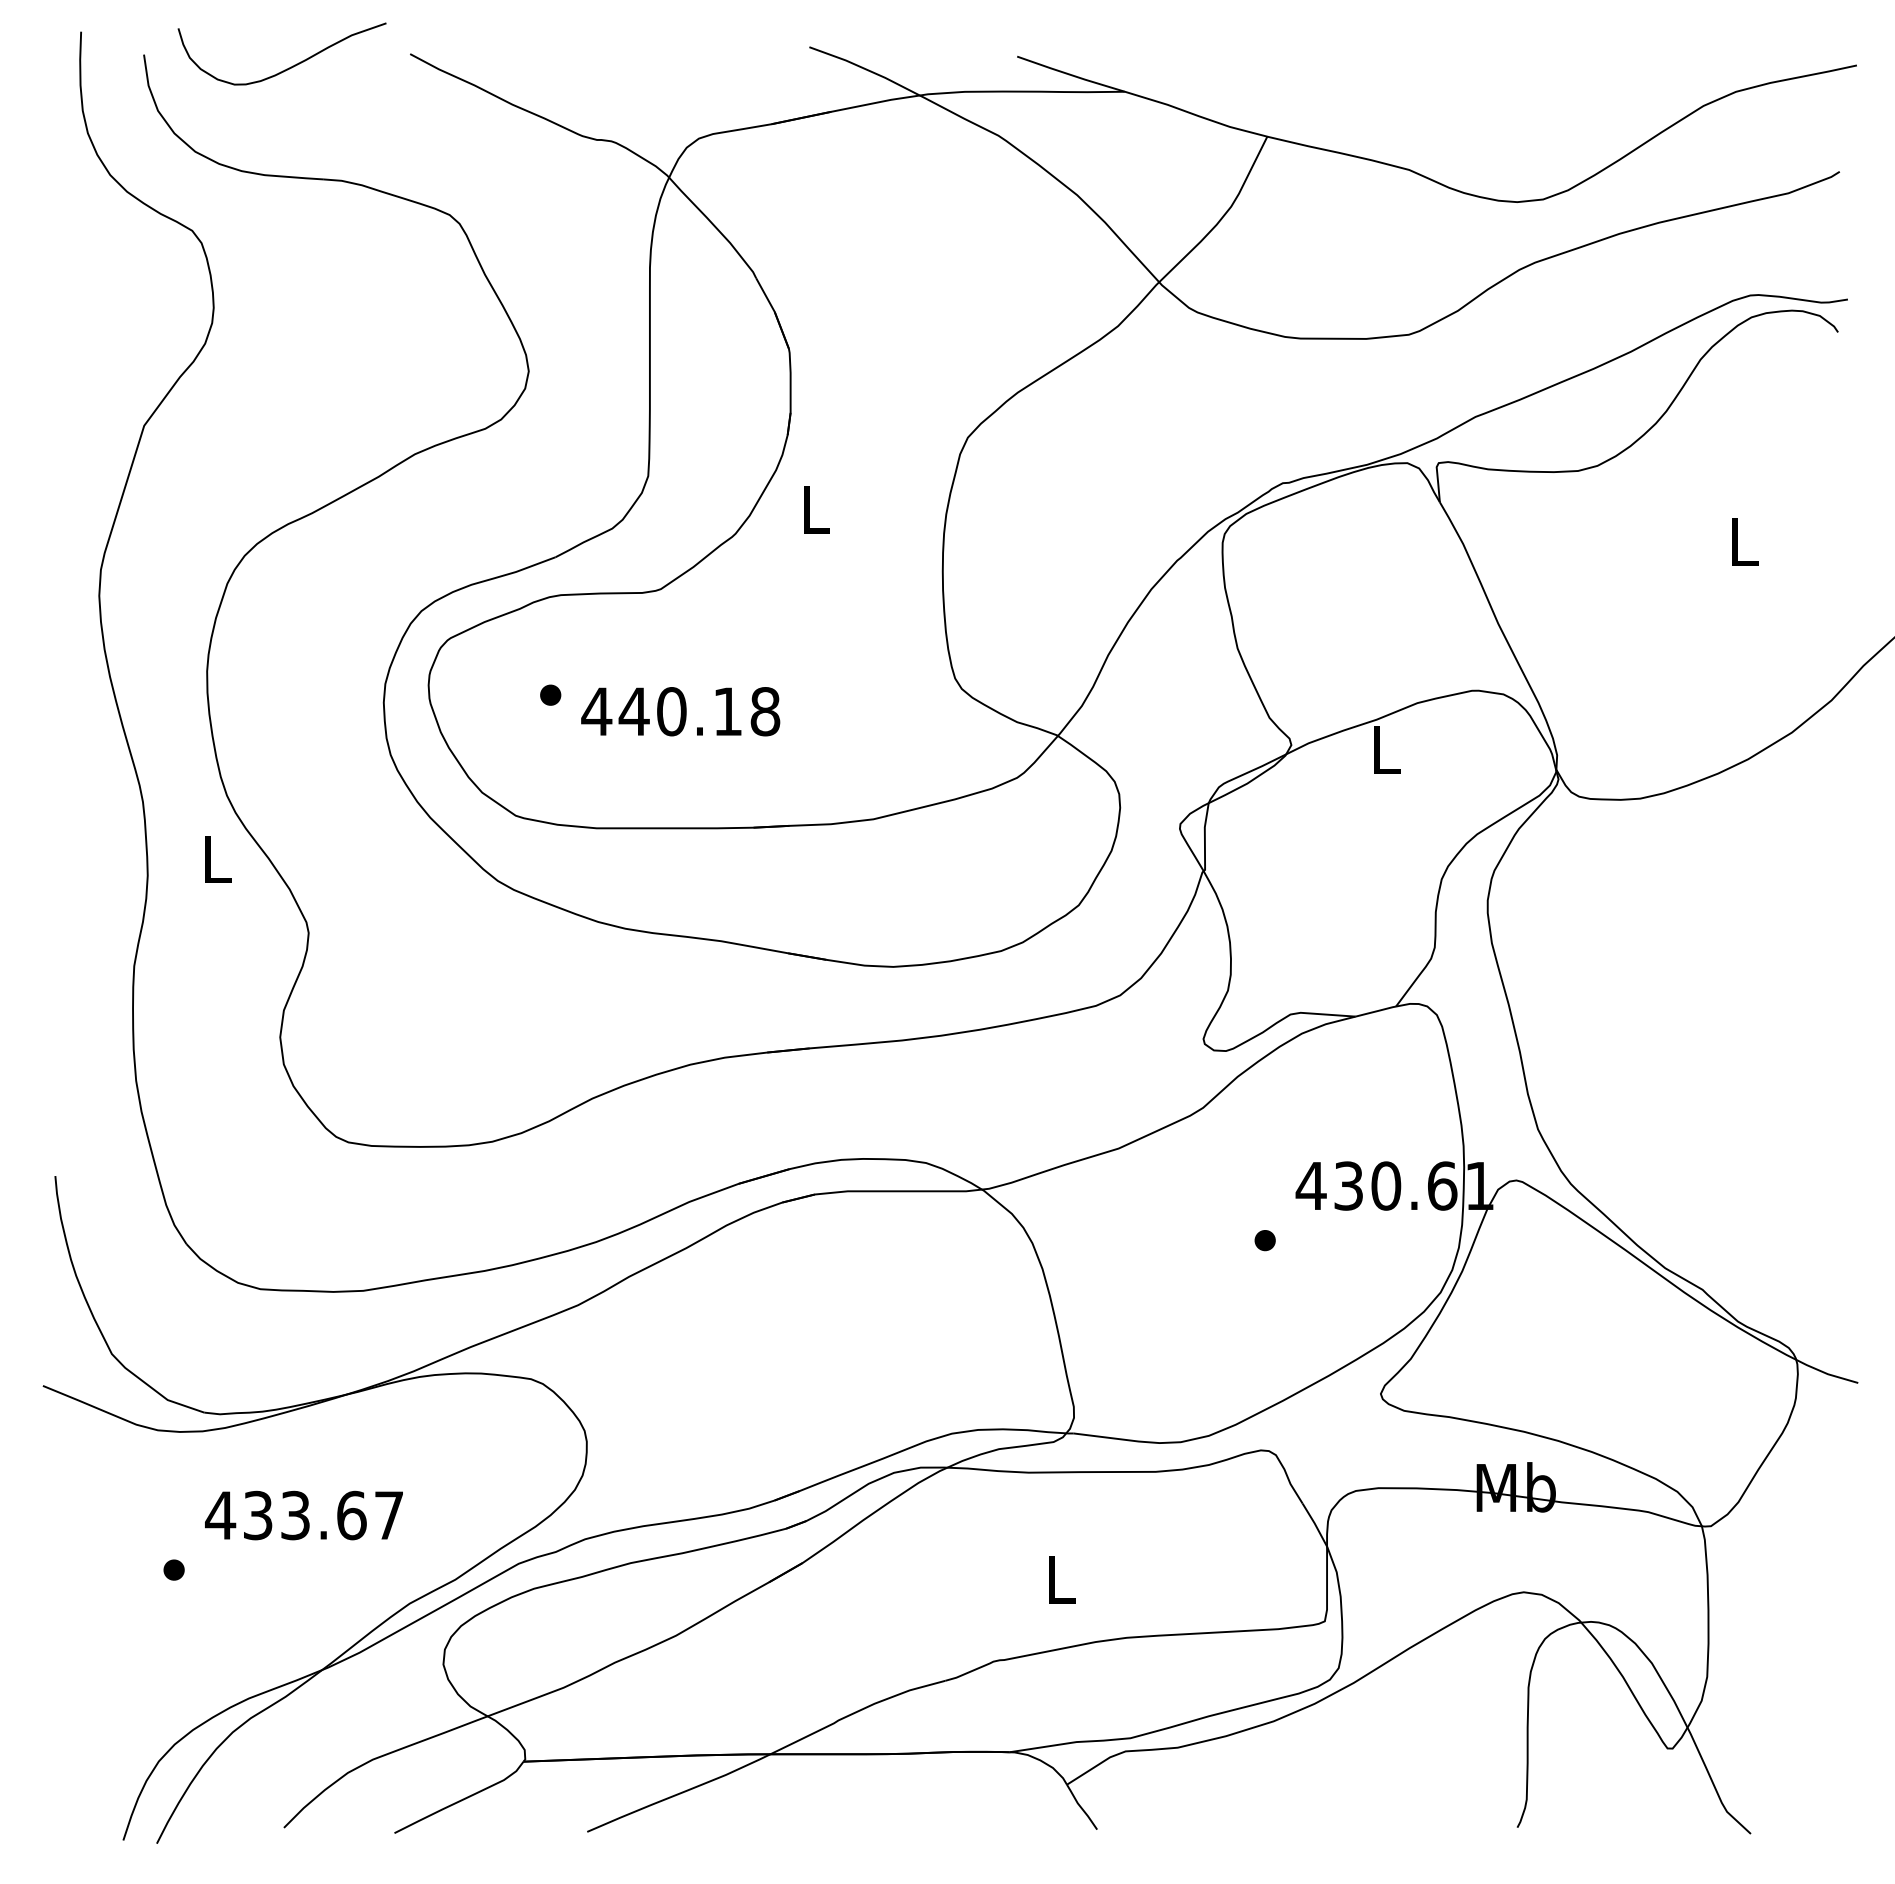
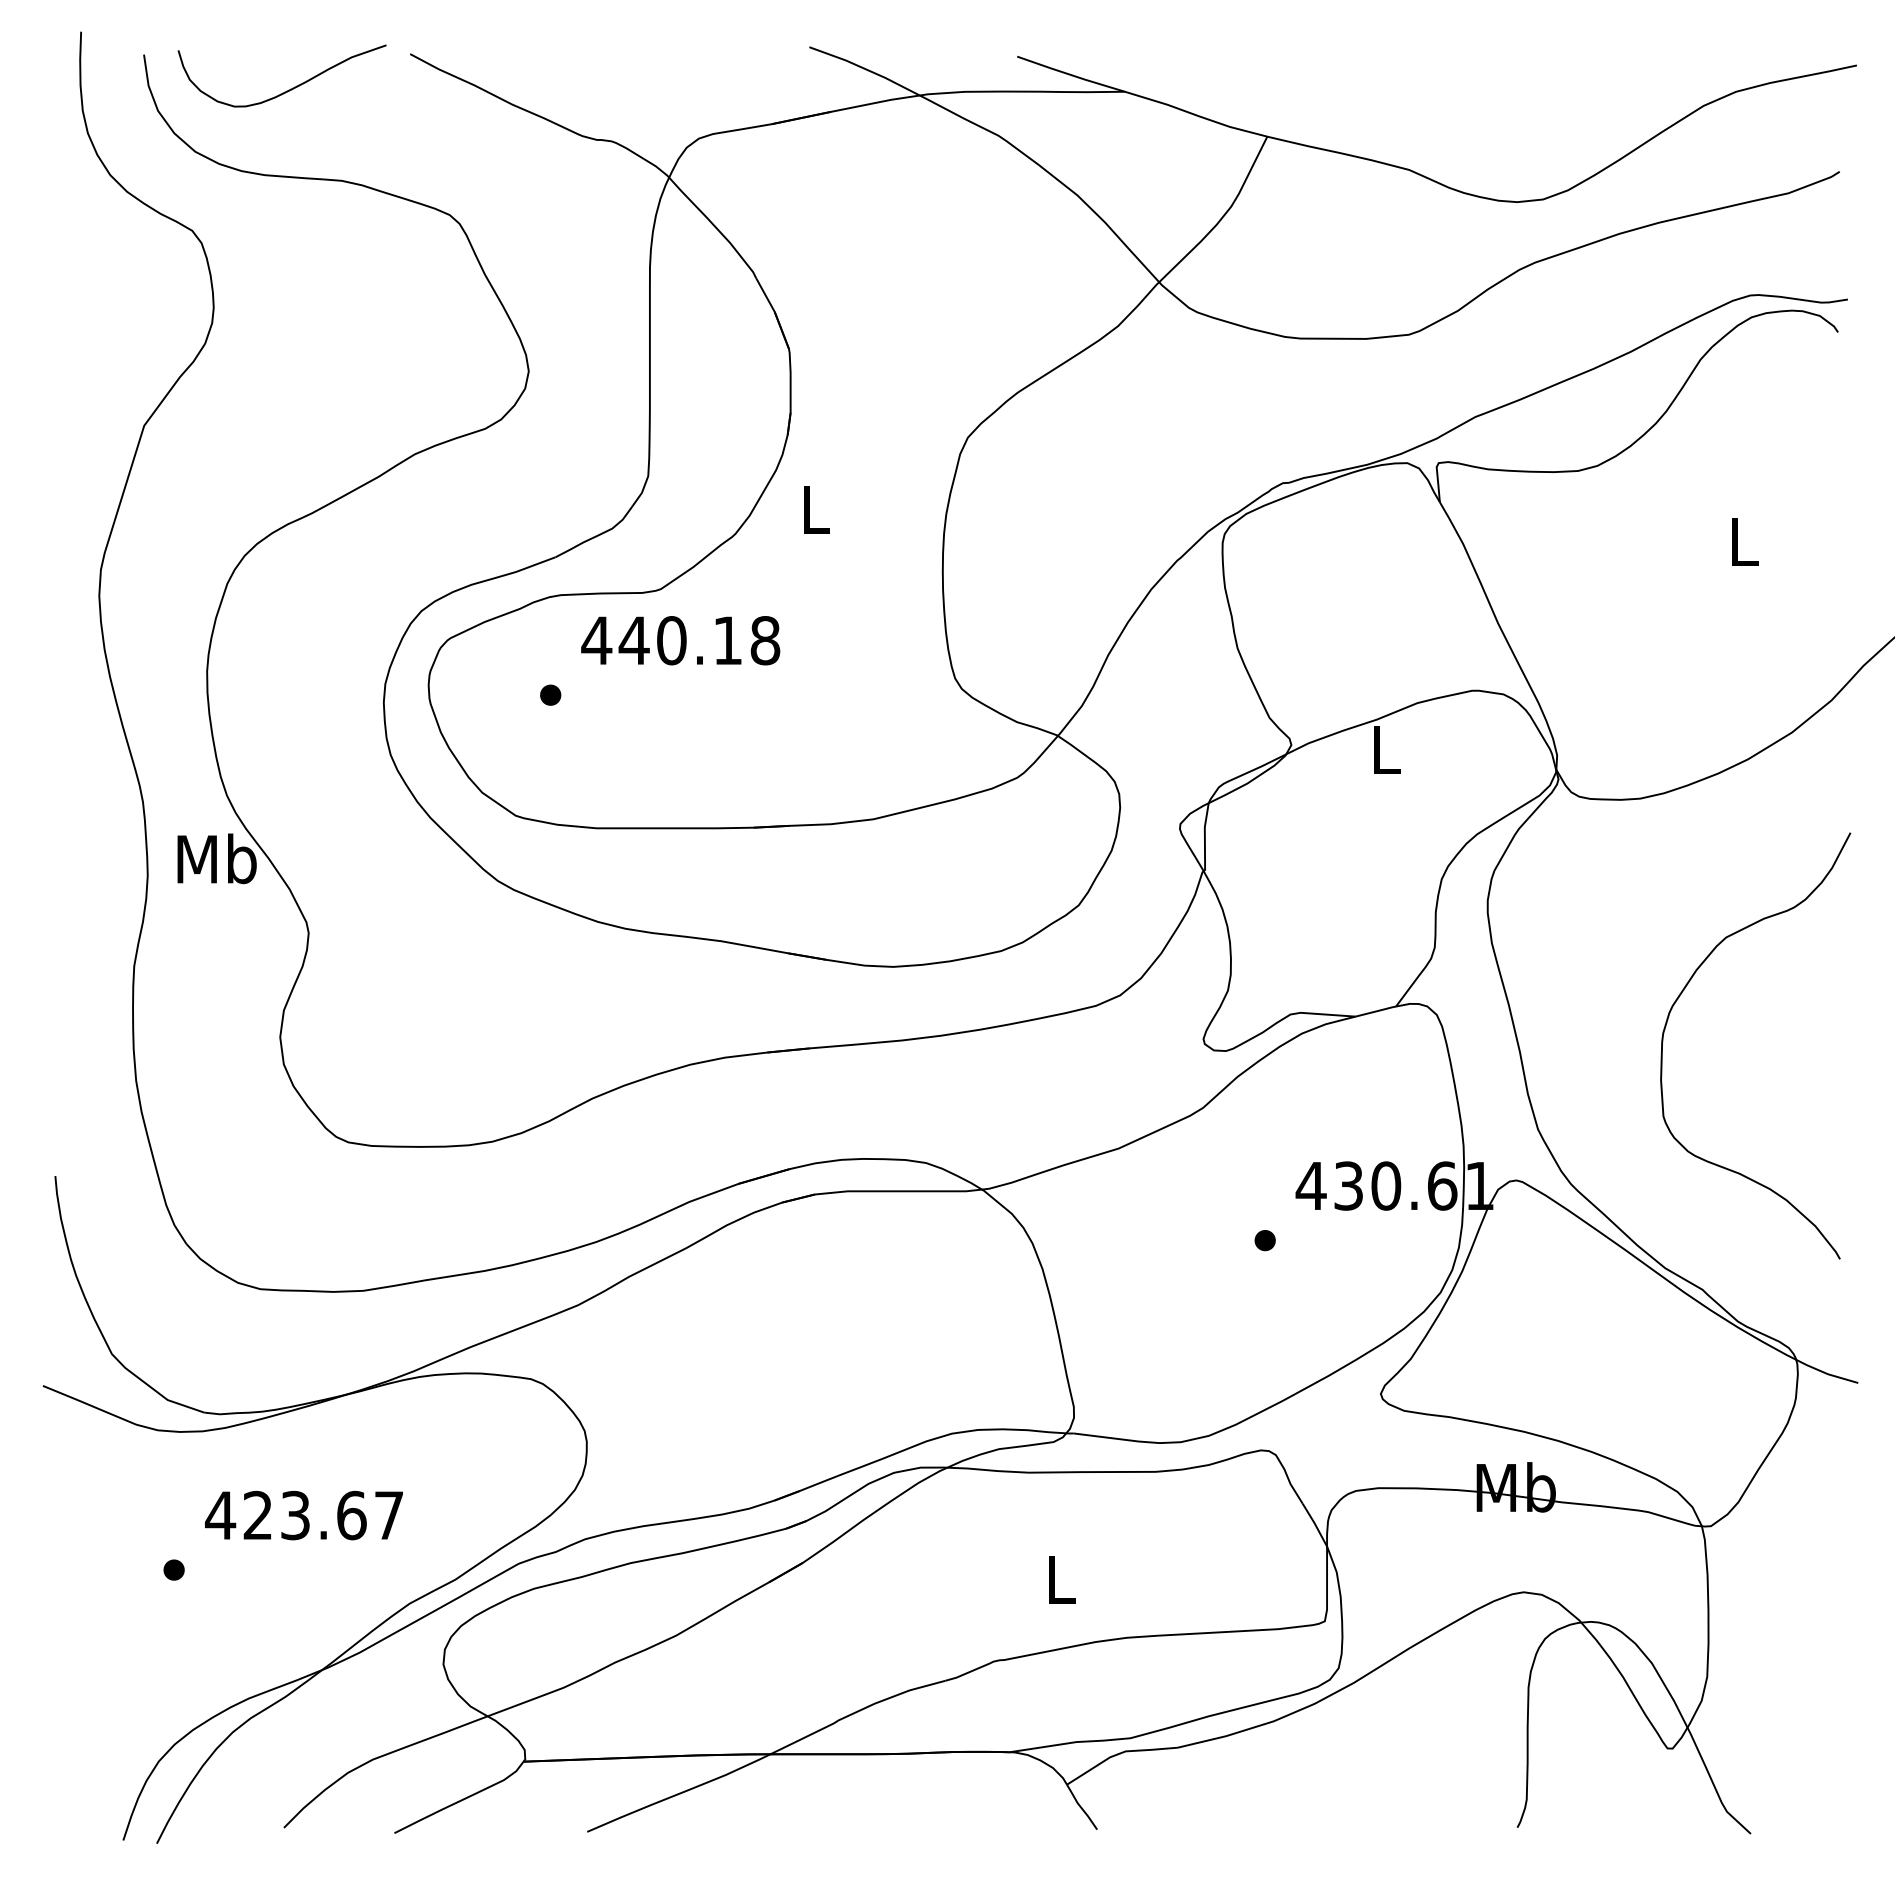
curve at (288, 67) position: (288, 67) -> (288, 89)
text at (680, 711) position: (680, 711) -> (680, 640)
text at (216, 858): L -> Mb
curve at (1680, 996): none -> present
text at (257, 1515): 433.67 -> 423.67
